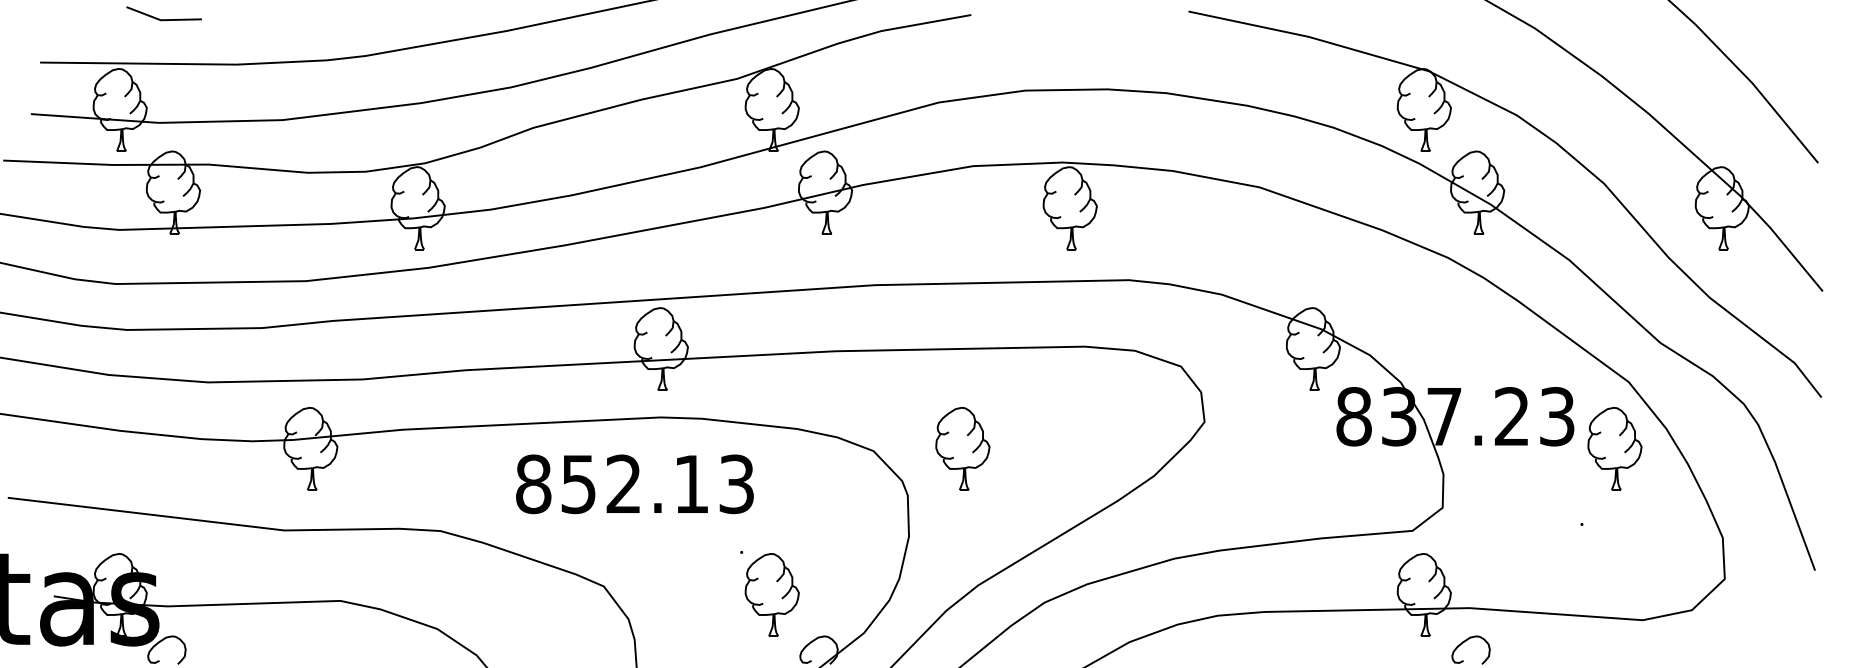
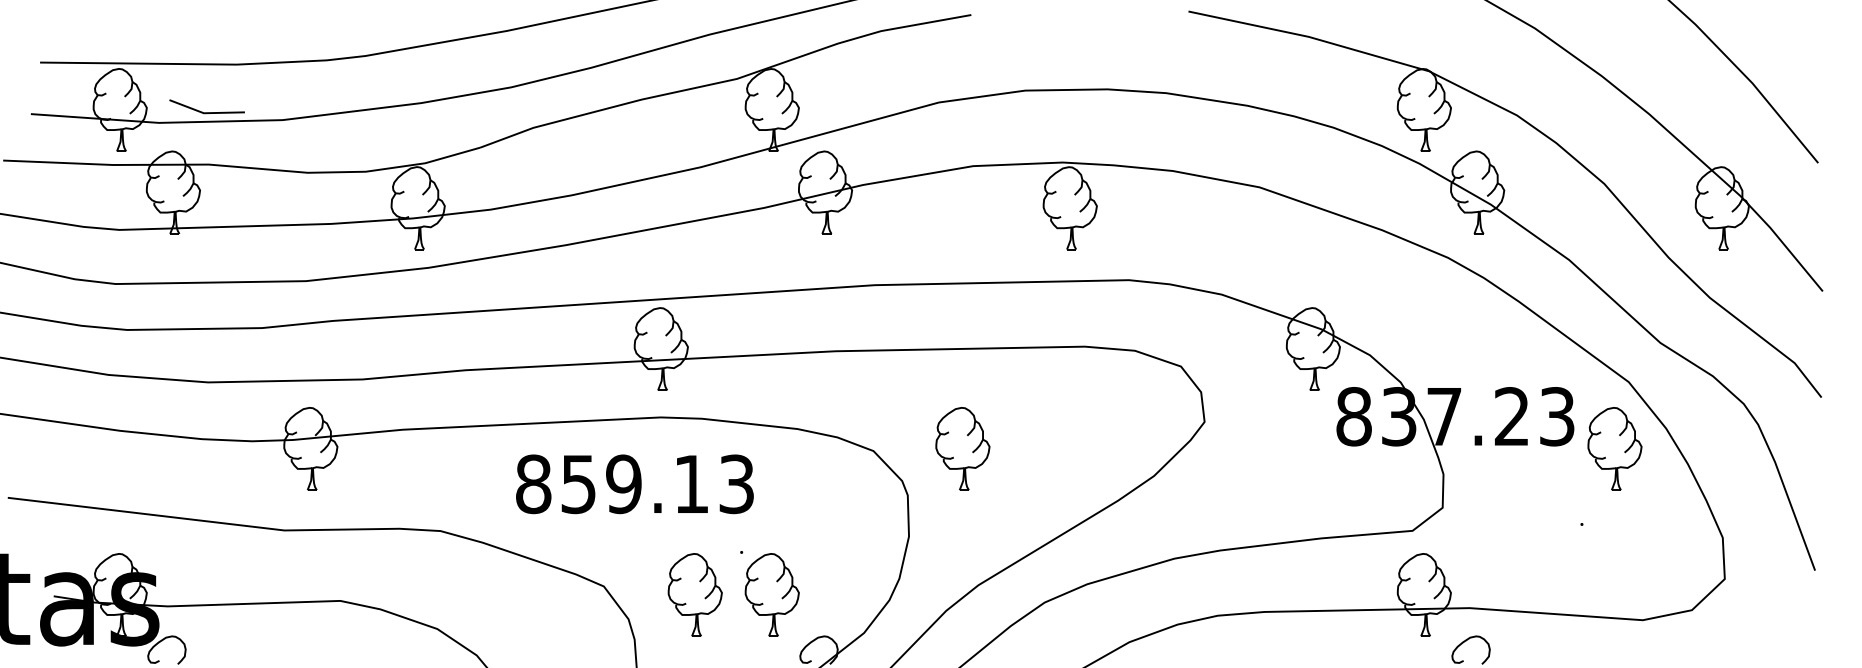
line at (163, 19) position: (163, 19) -> (206, 112)
text at (623, 484): 852.13 -> 859.13
part at (694, 594): none -> present
